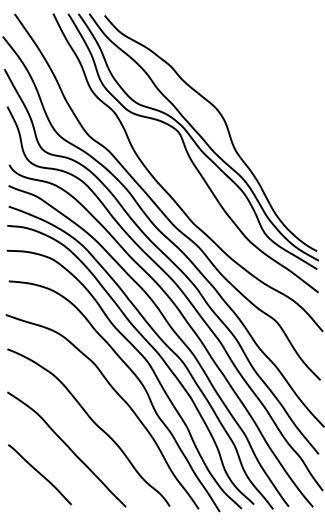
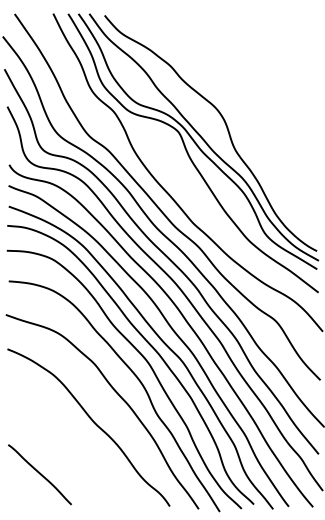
curve at (67, 447): present -> none
